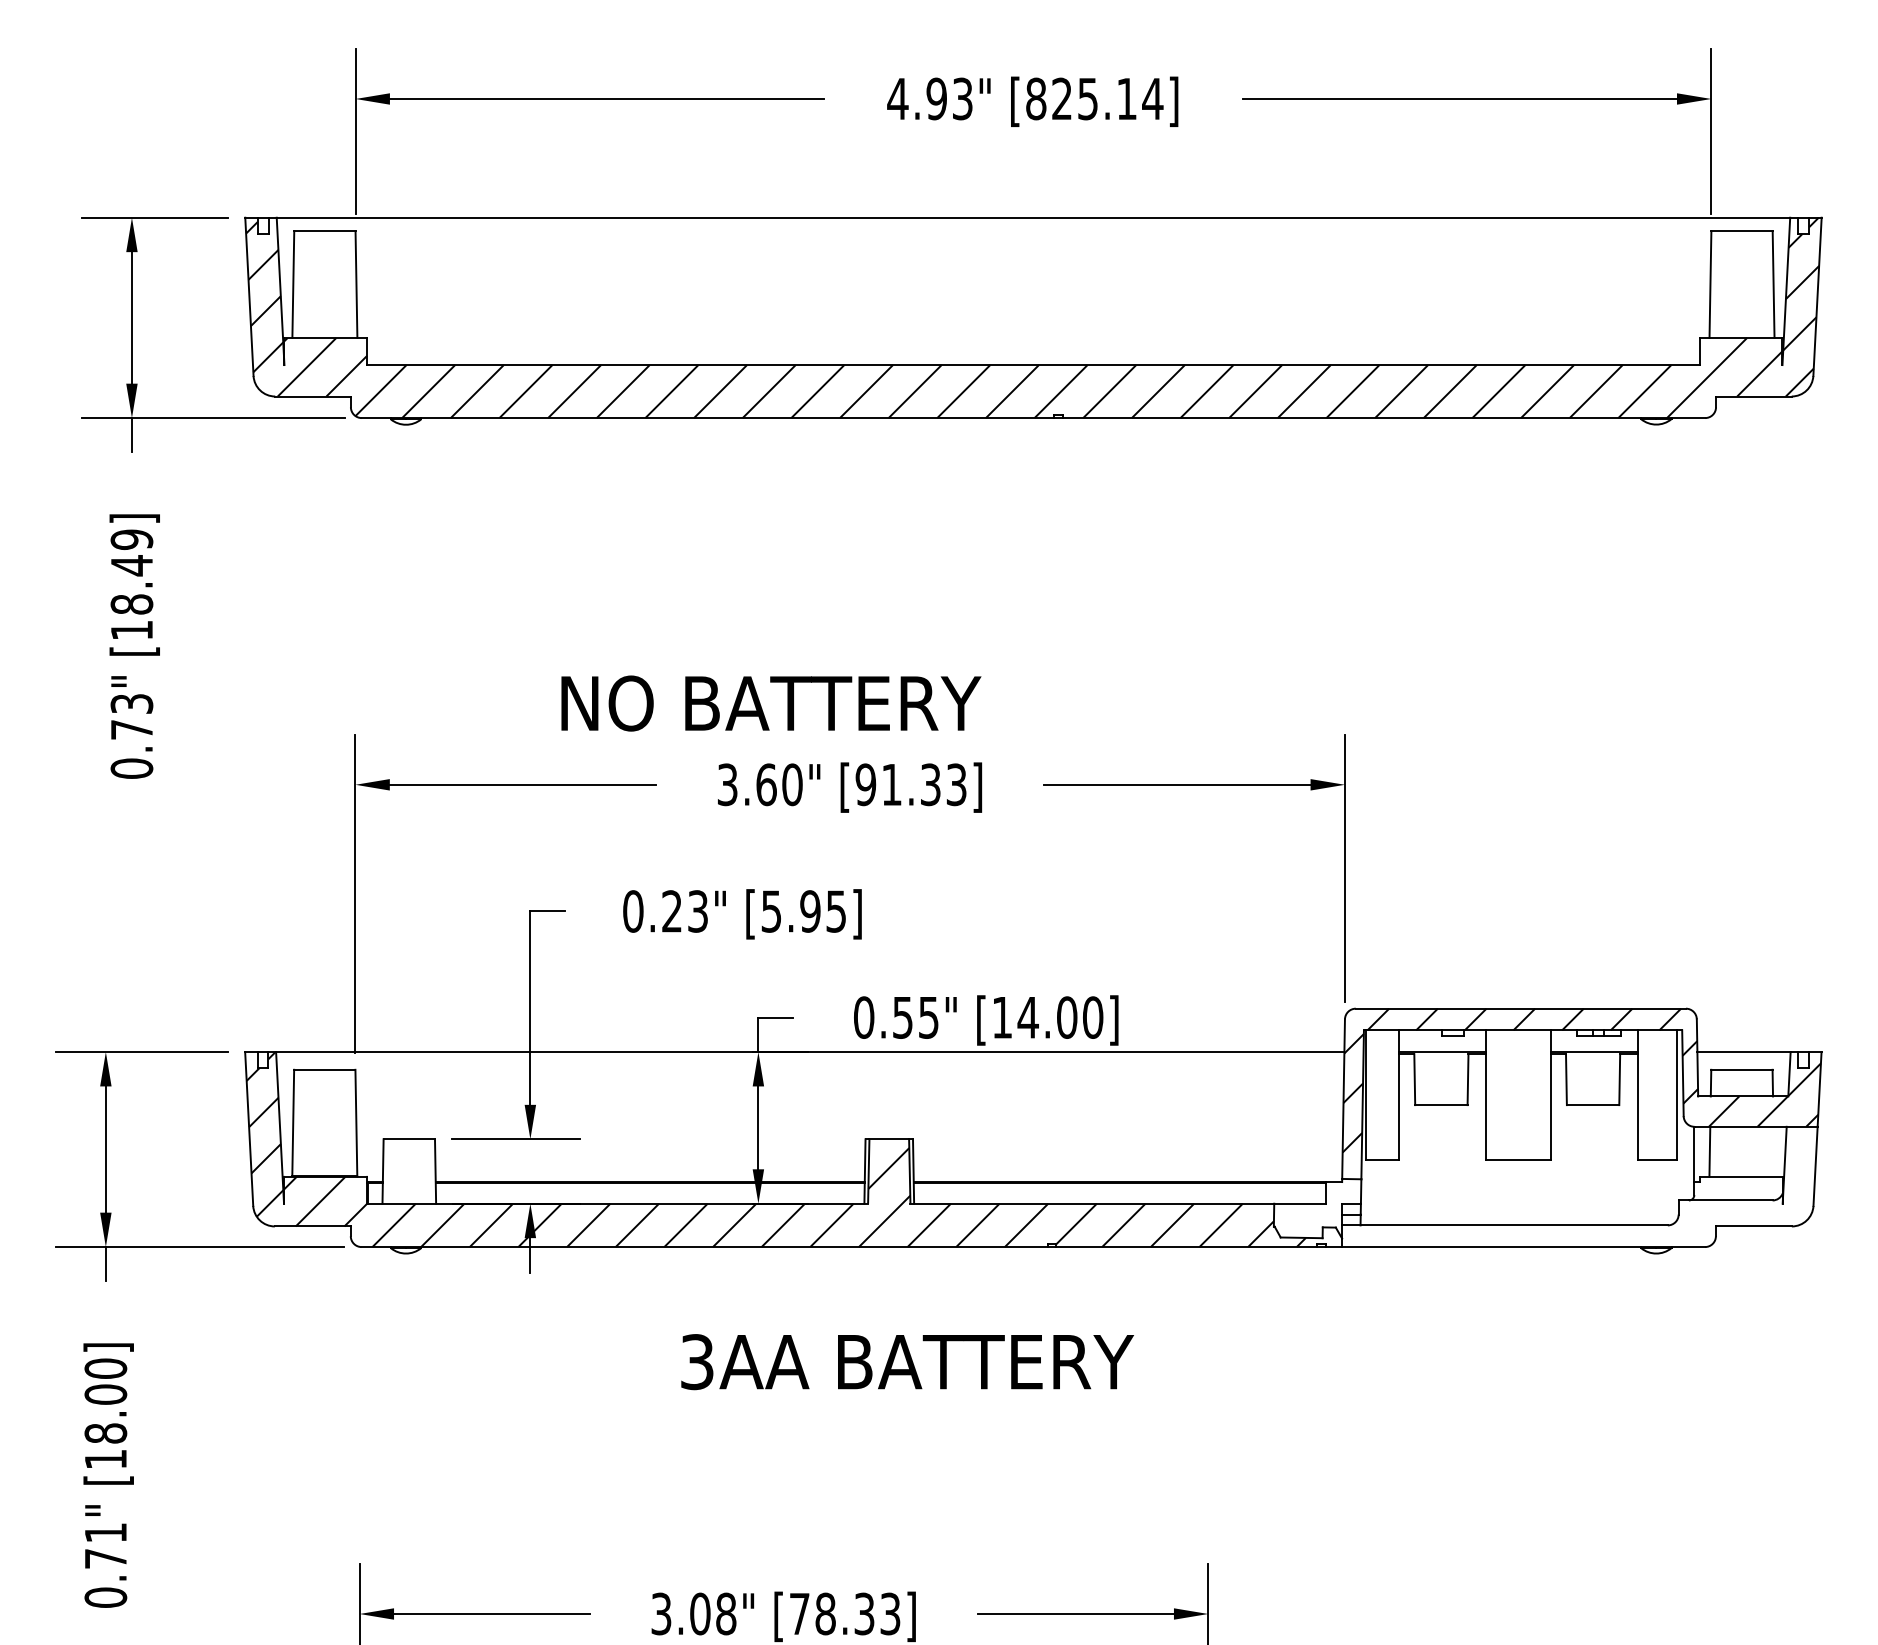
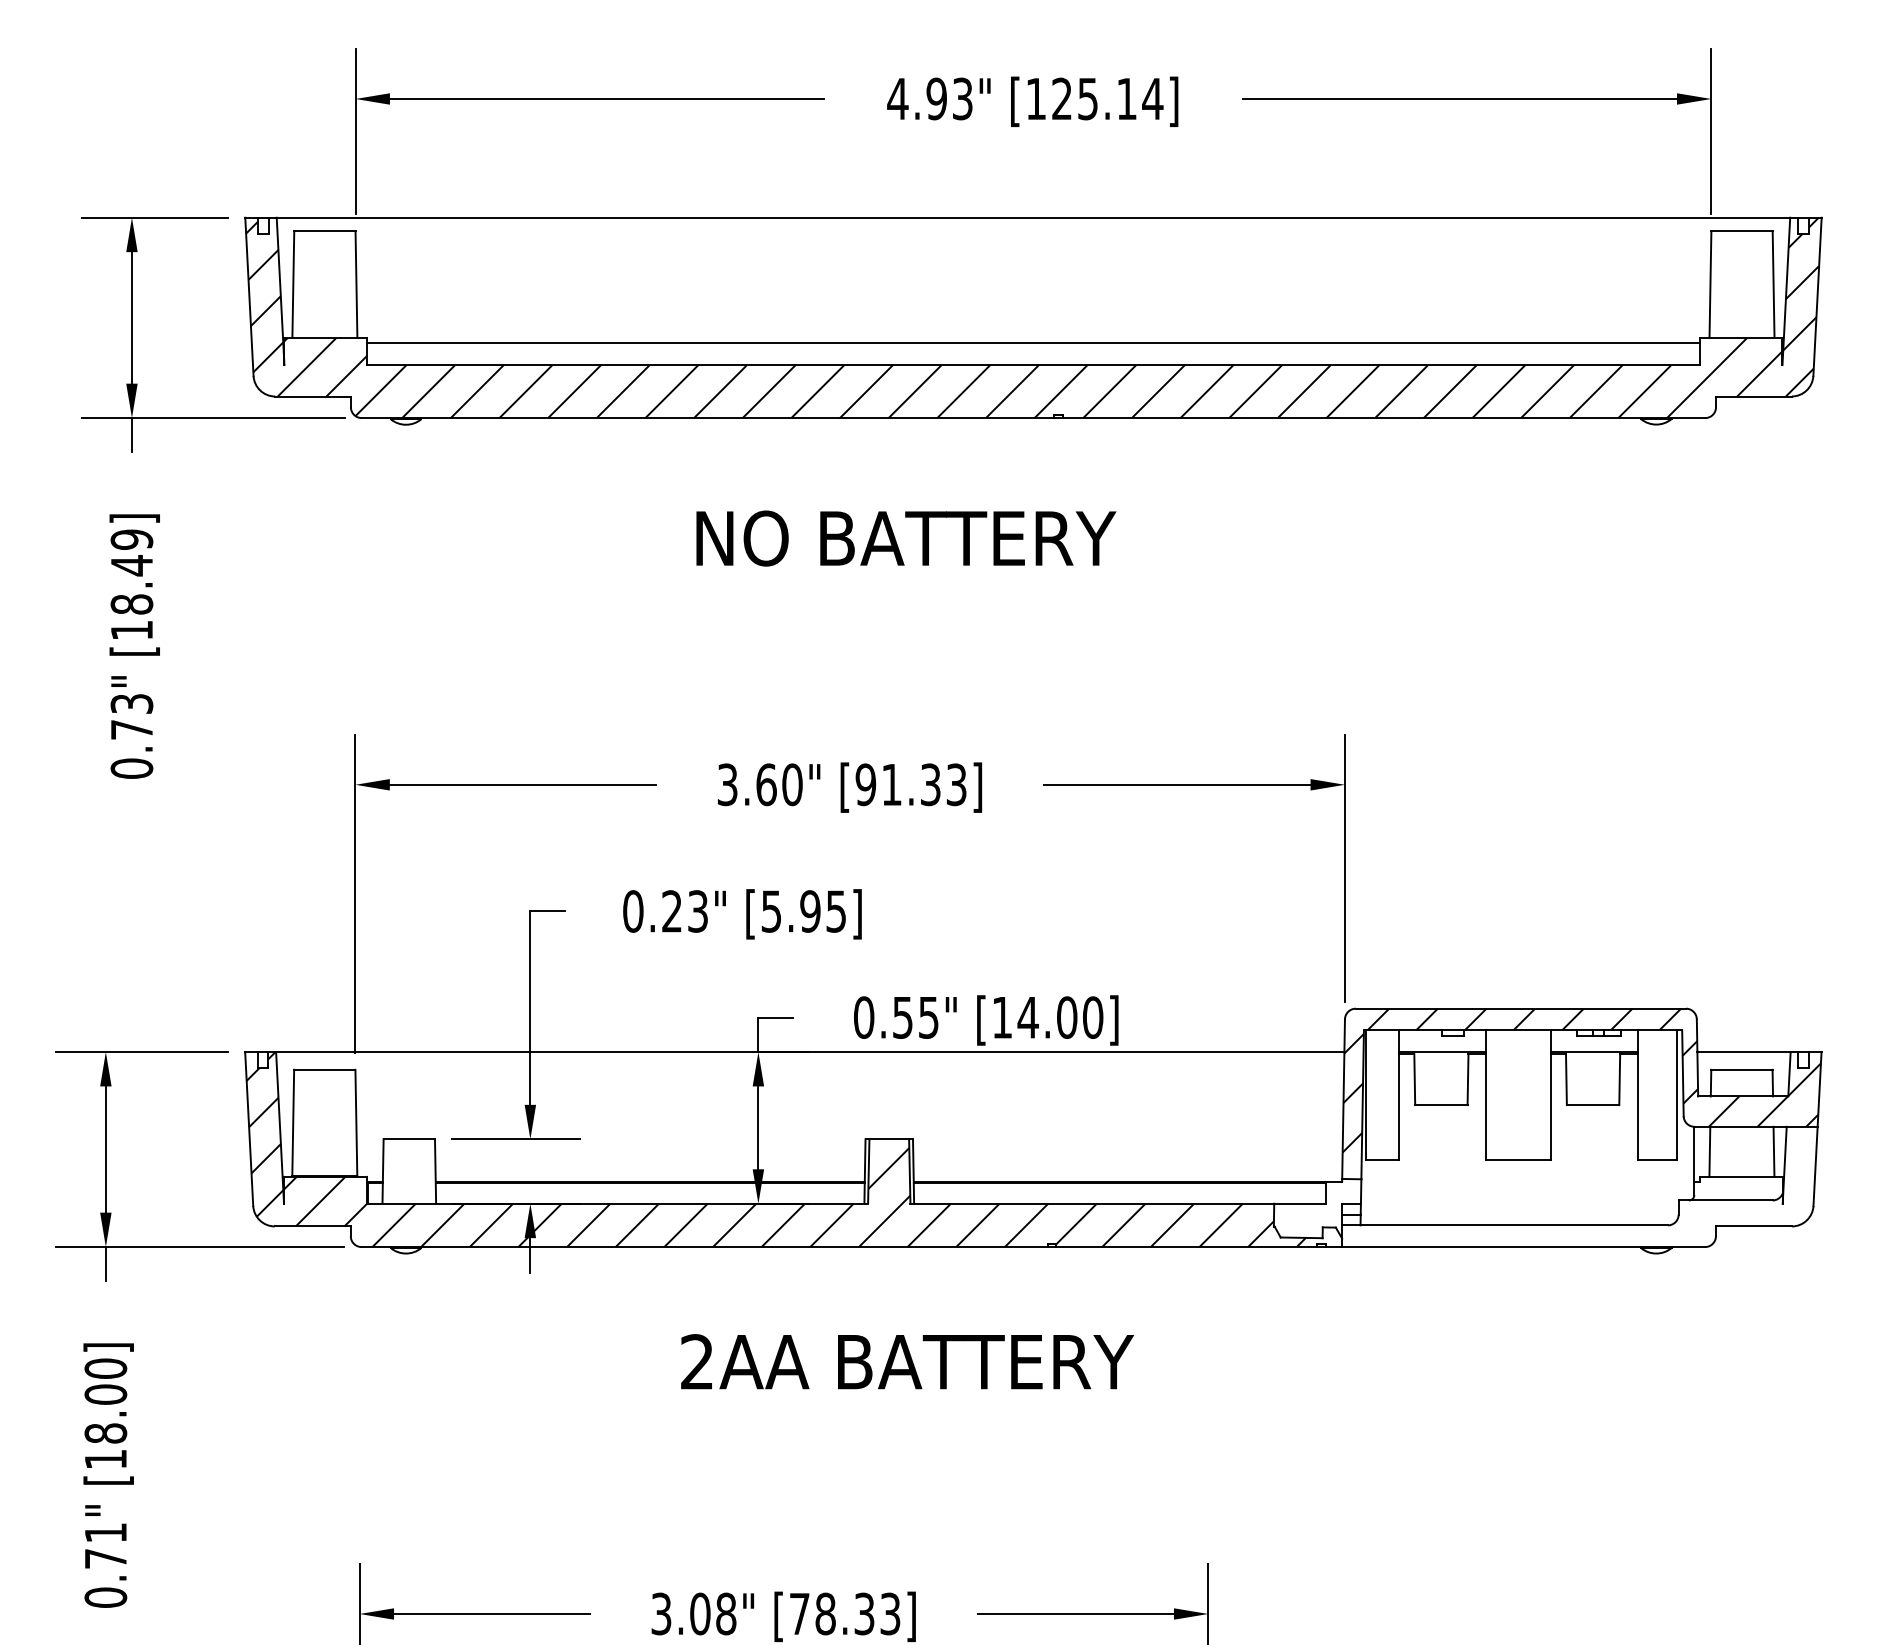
text at (1036, 98): [825.14] -> [125.14]
line at (1033, 343): none -> present
text at (771, 703) position: (771, 703) -> (906, 538)
line at (1773, 1151): none -> present
text at (697, 1362): 3AA -> 2AA
